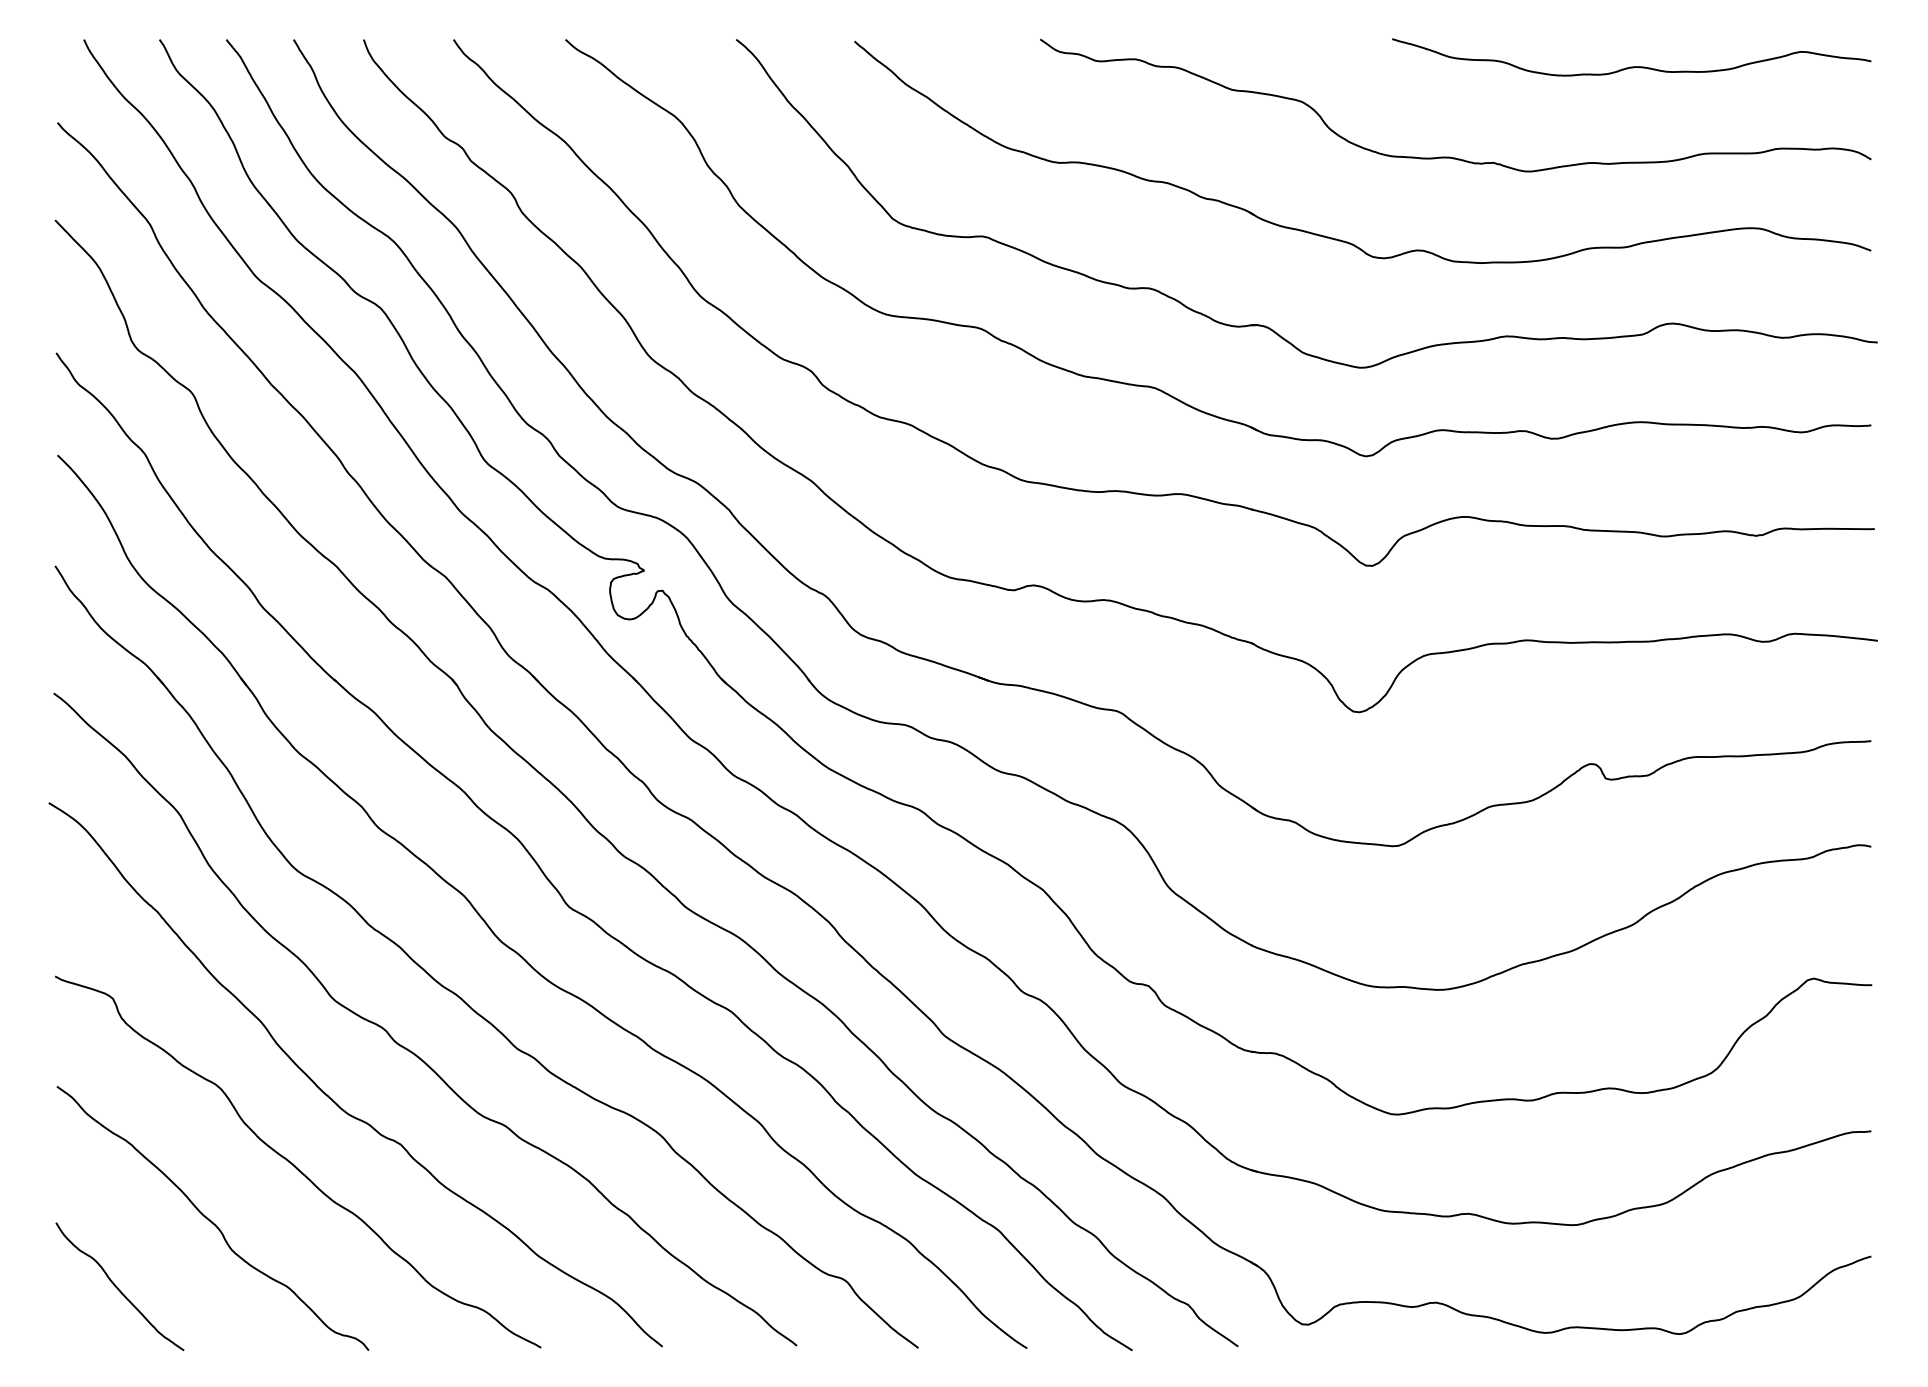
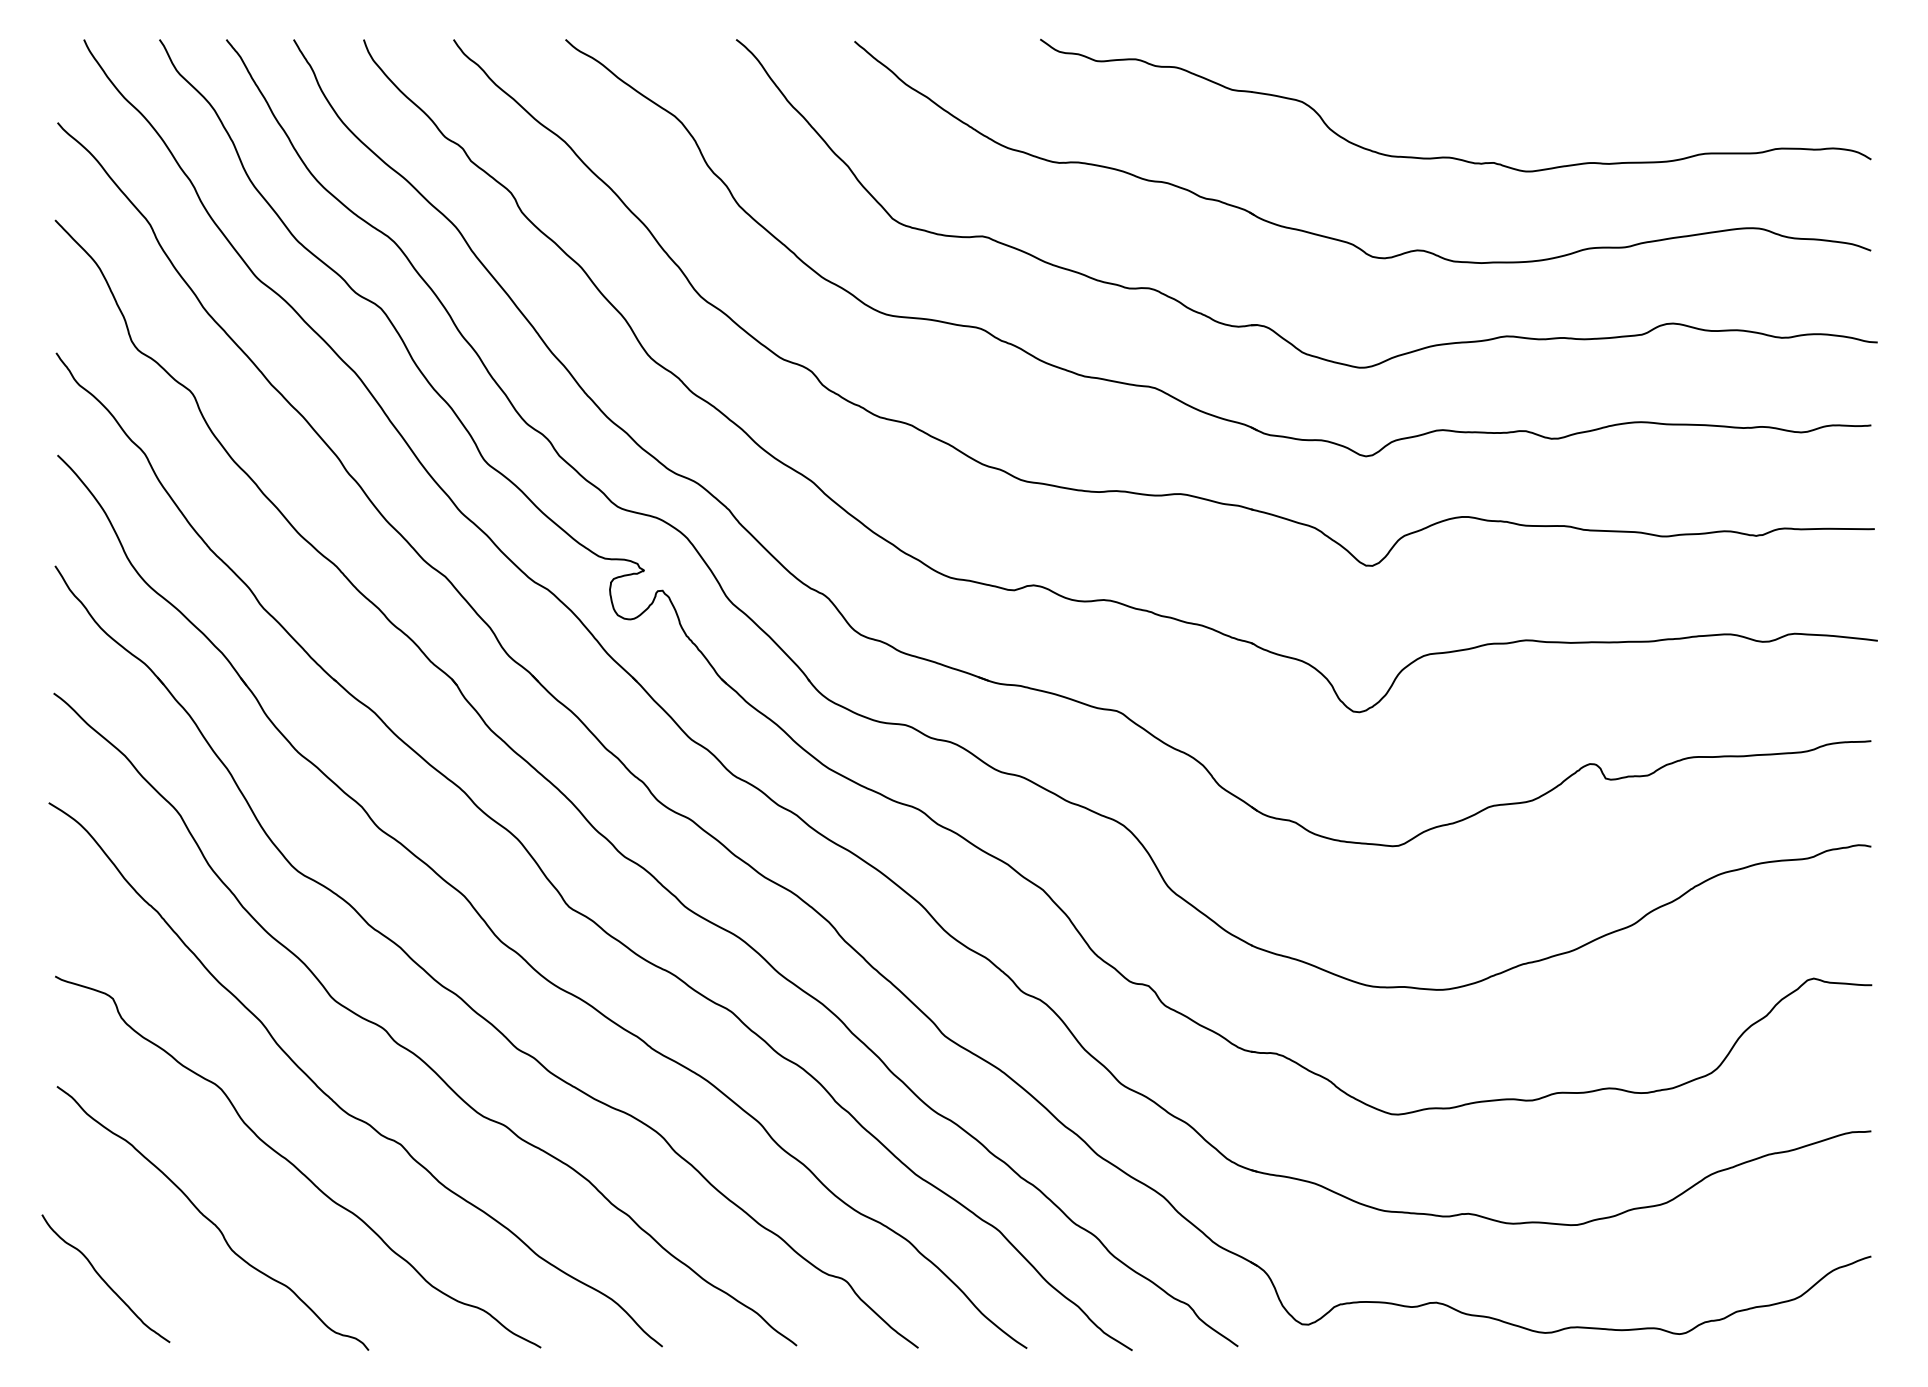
curve at (1631, 66): present -> none
curve at (118, 1287) position: (118, 1287) -> (104, 1279)
